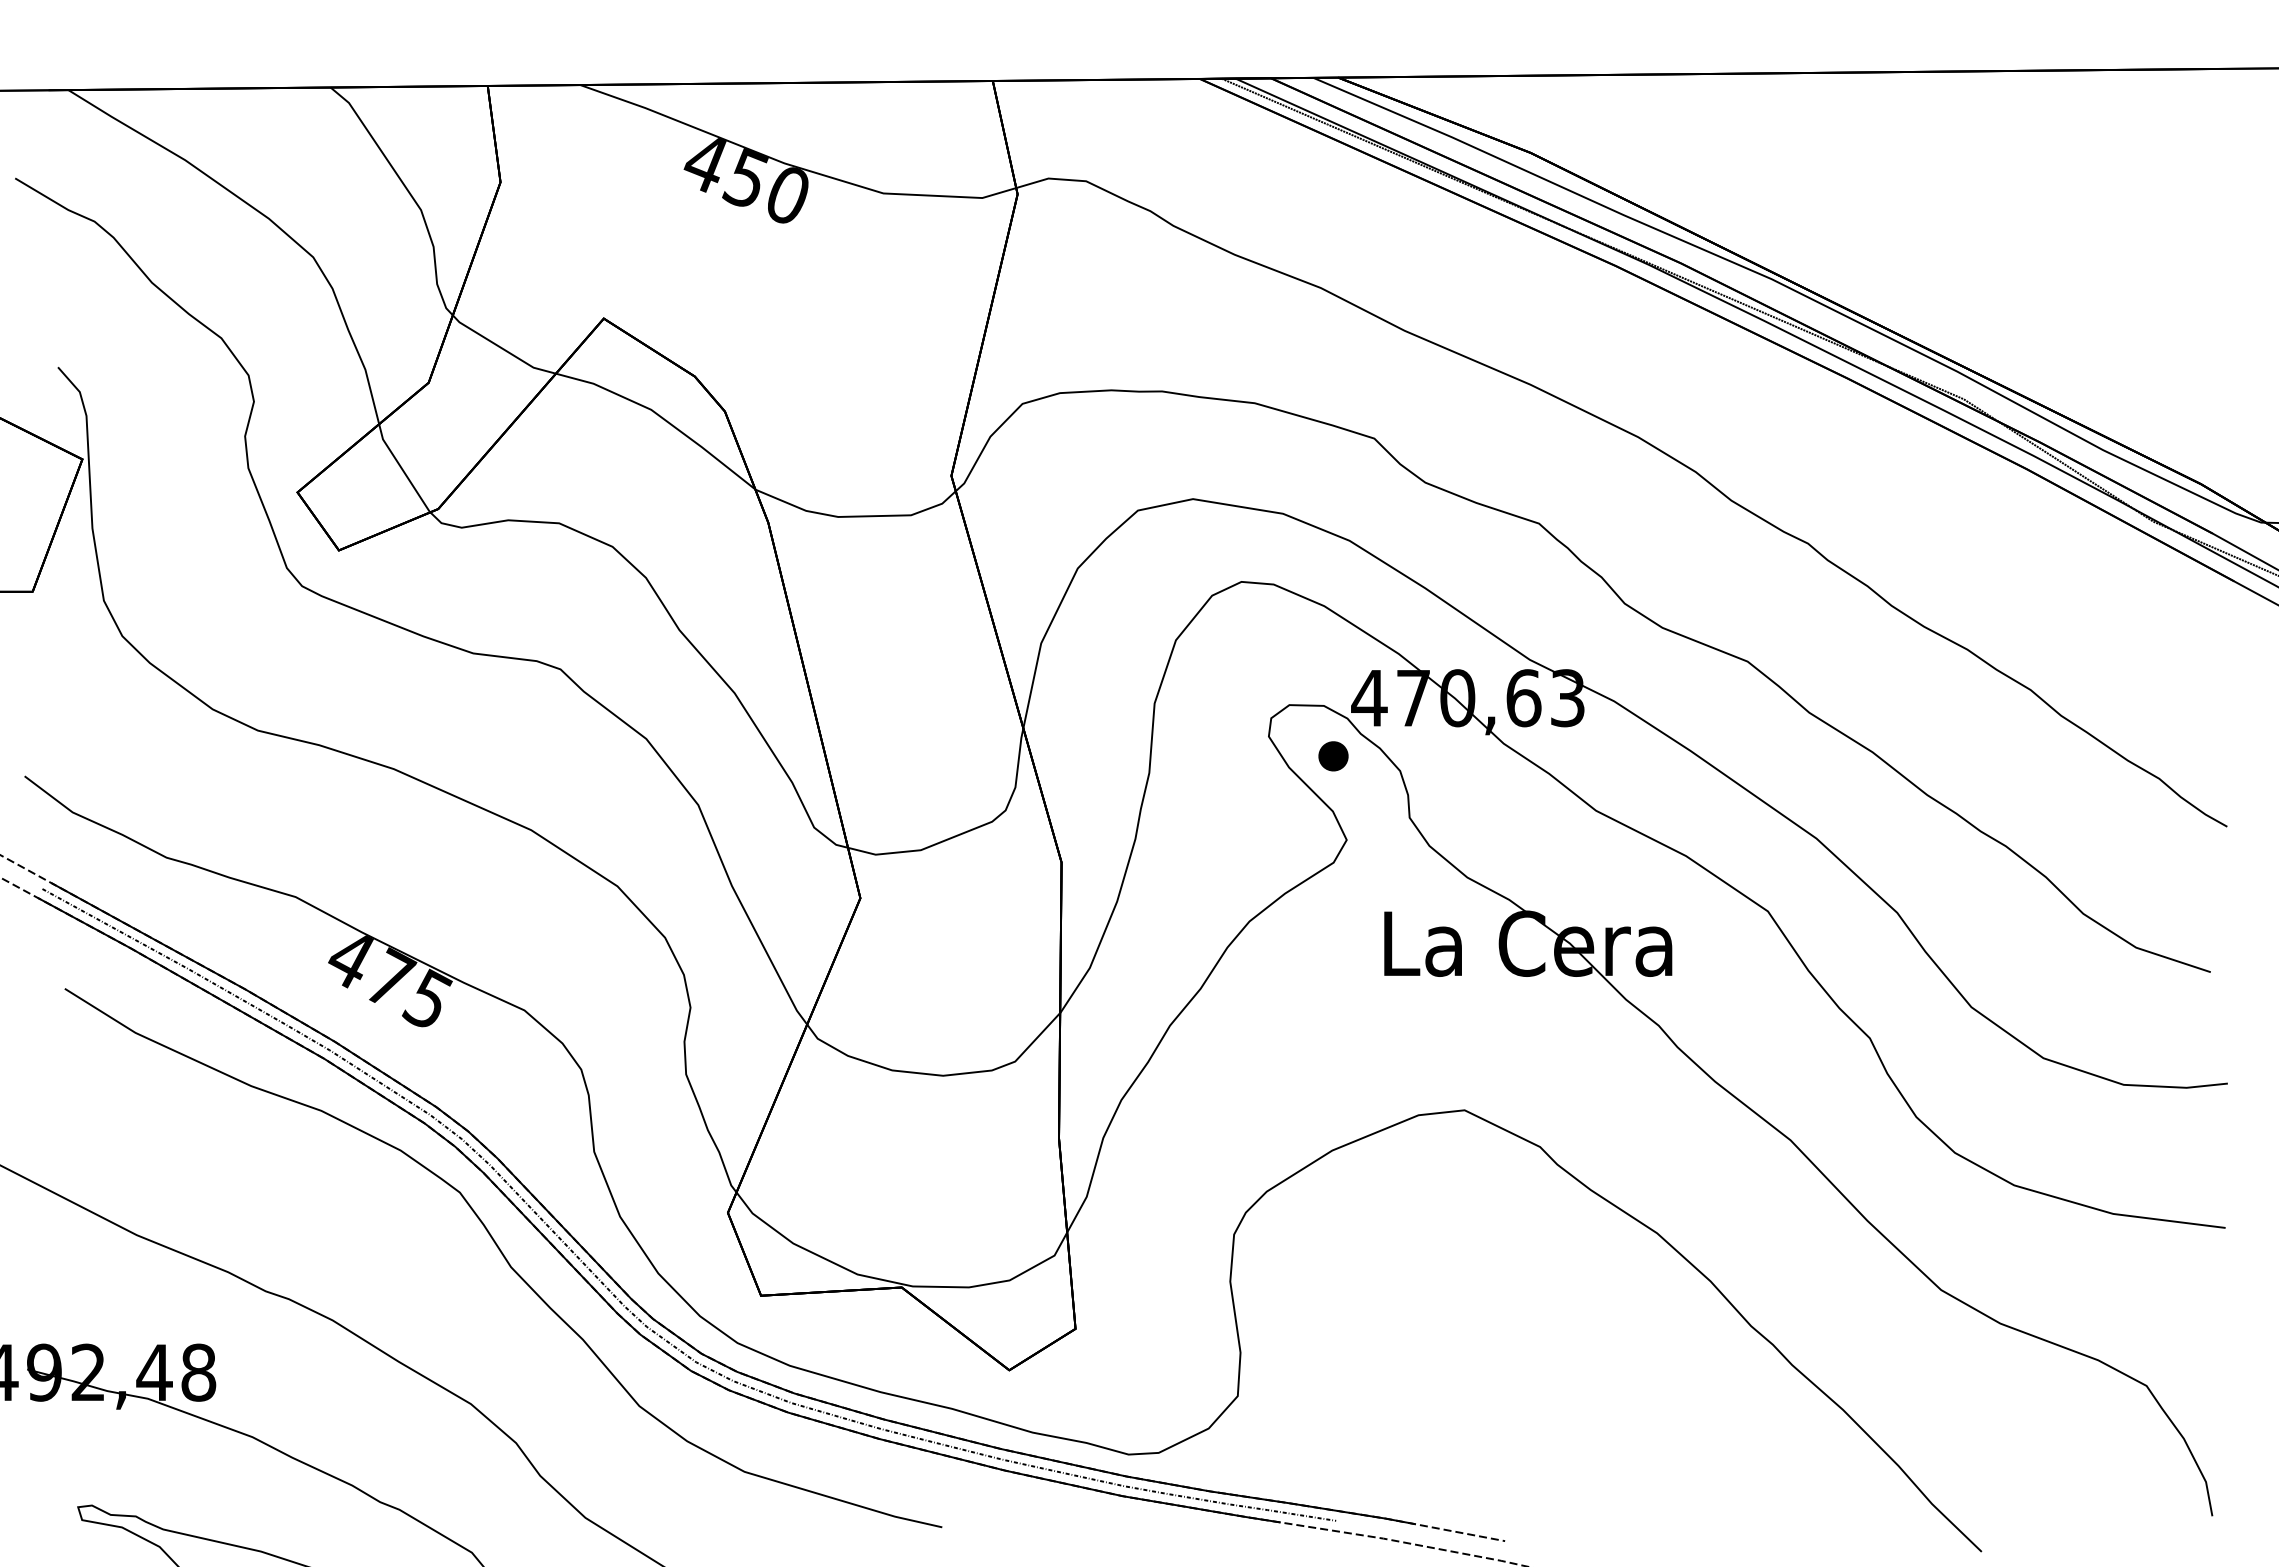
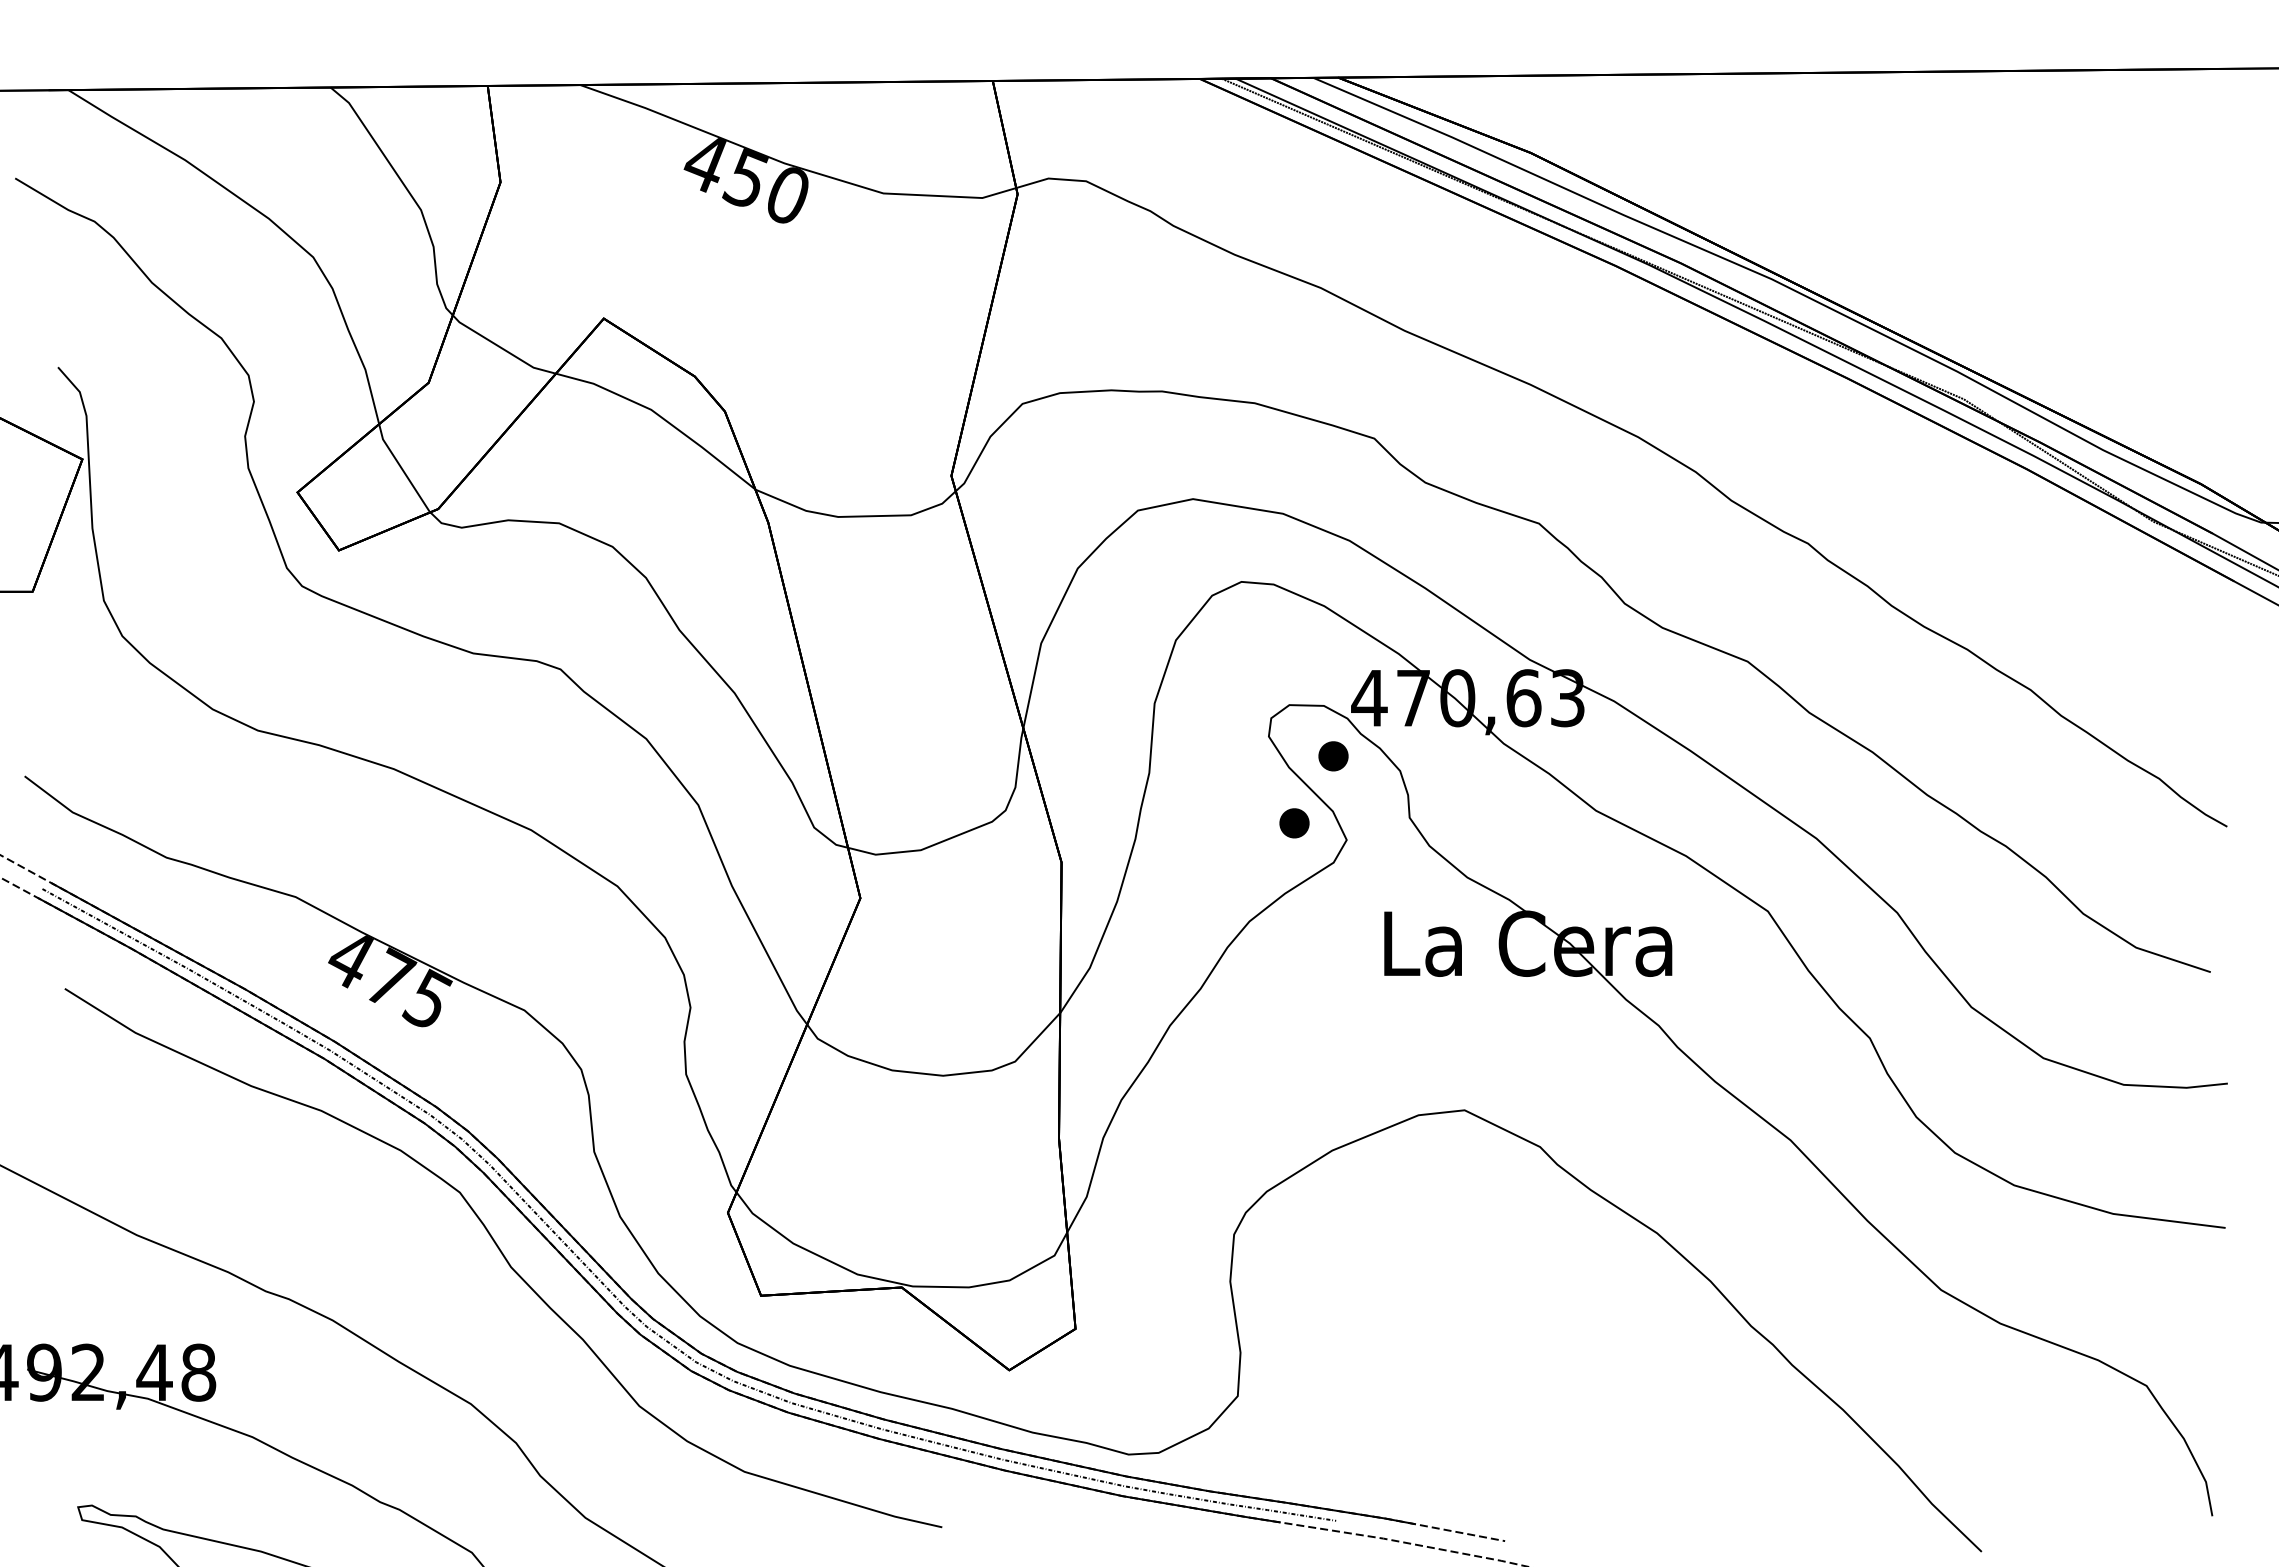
part at (1294, 823): none -> present
